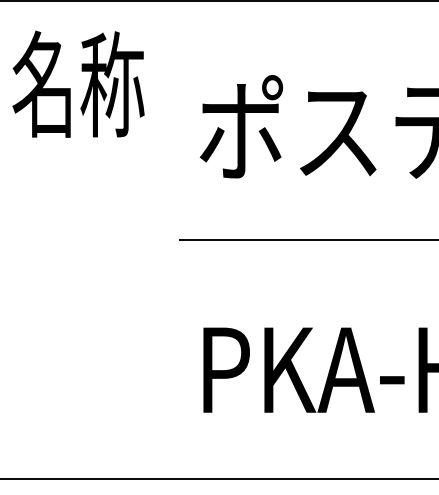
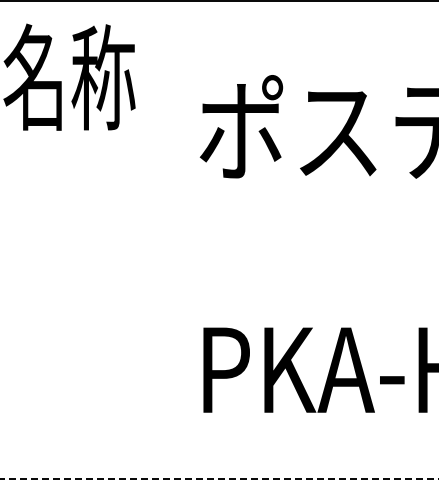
text at (78, 83) position: (78, 83) -> (69, 76)
line at (307, 239): present -> none
line at (219, 479): solid -> dashed
